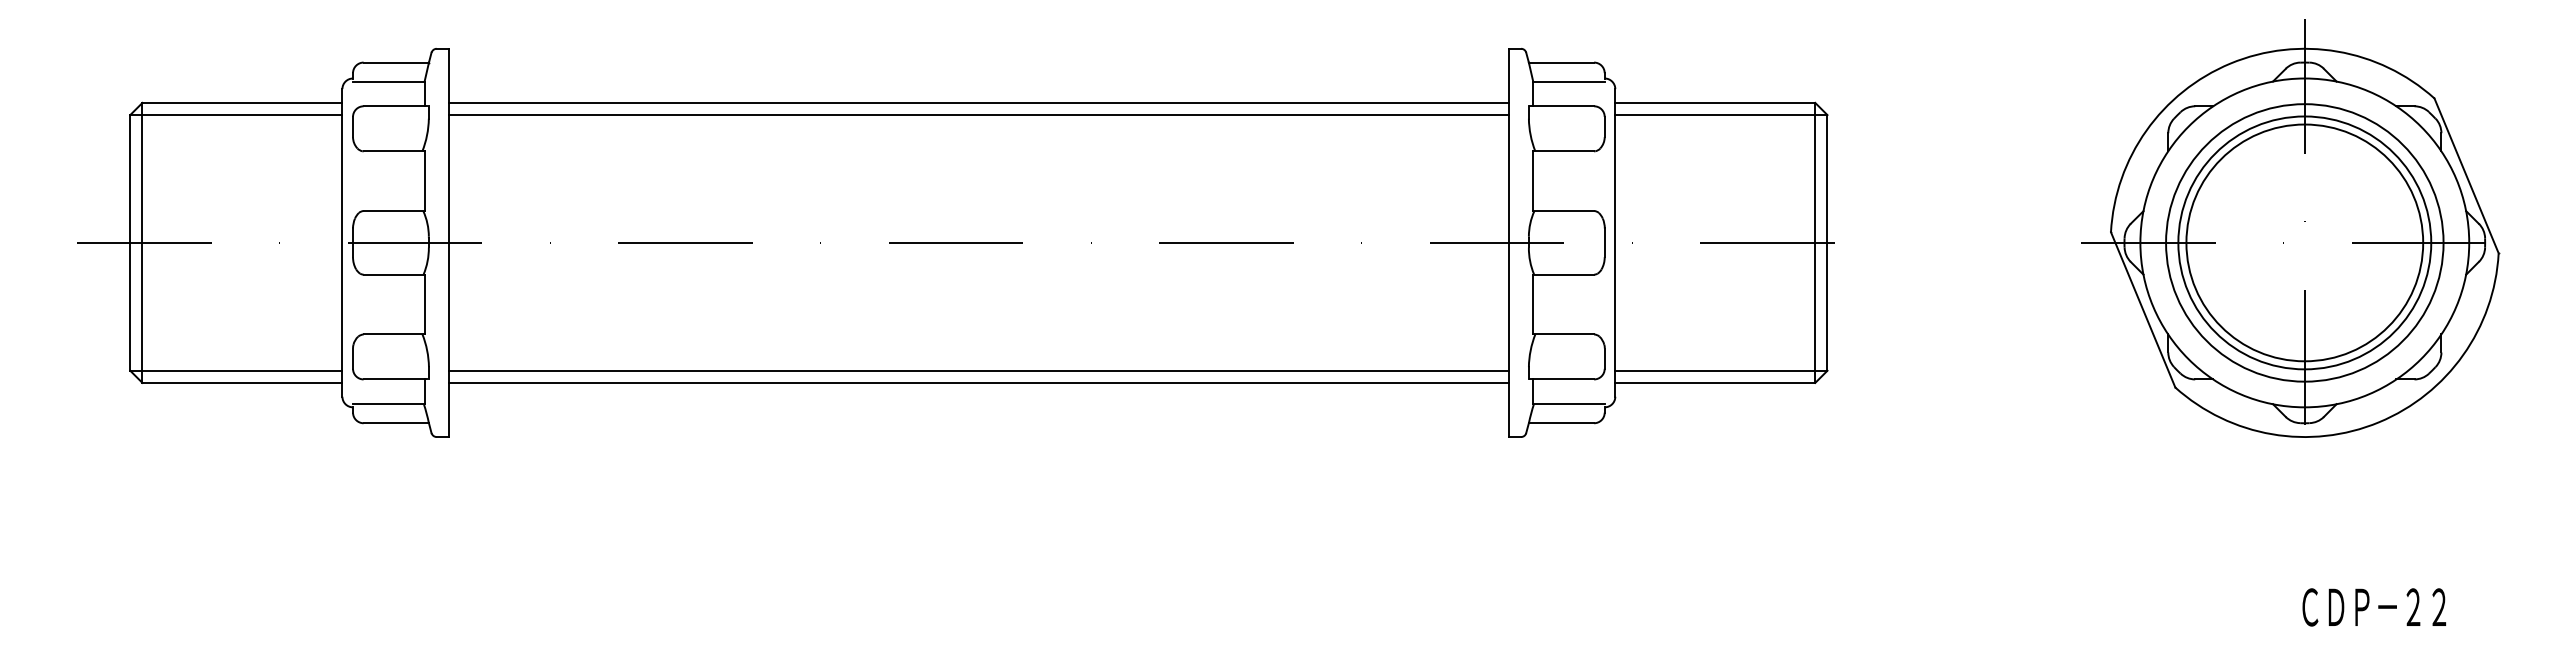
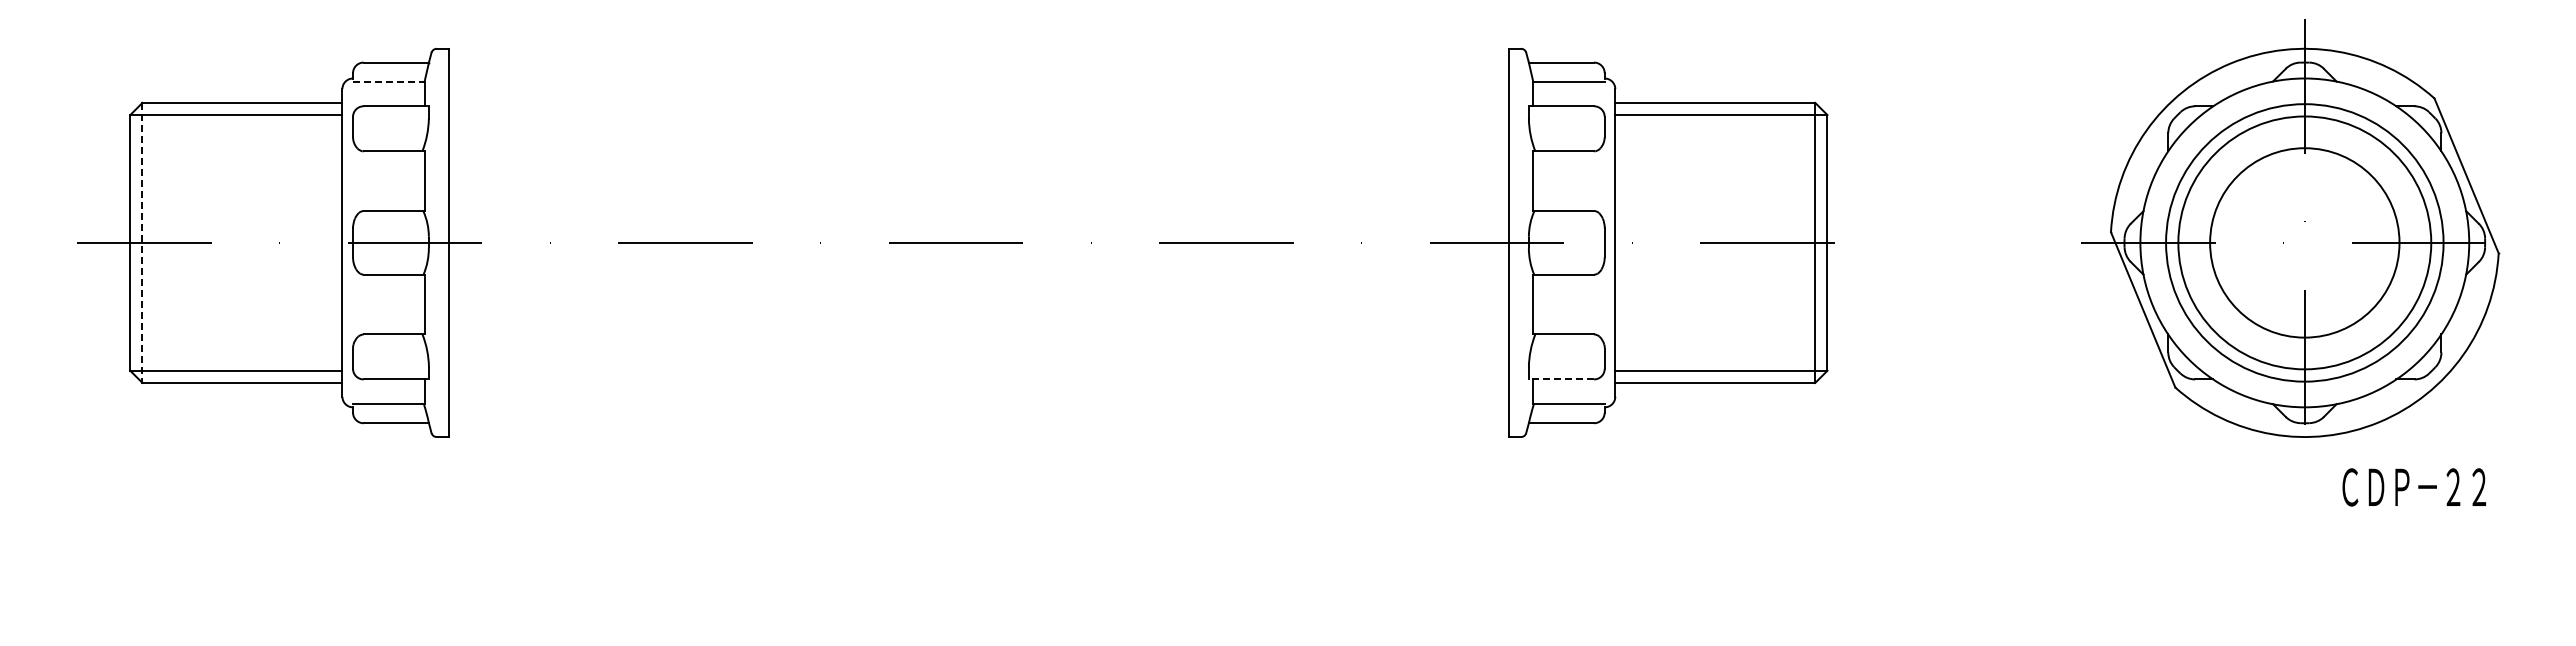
line at (388, 81): solid -> dashed
line at (978, 102): present -> none
line at (978, 115): present -> none
circle at (2304, 242) diameter: 237 px -> 189 px
line at (142, 243): solid -> dashed
line at (978, 370): present -> none
line at (1562, 379): solid -> dashed
line at (978, 382): present -> none
text at (2374, 607) position: (2374, 607) -> (2414, 487)
